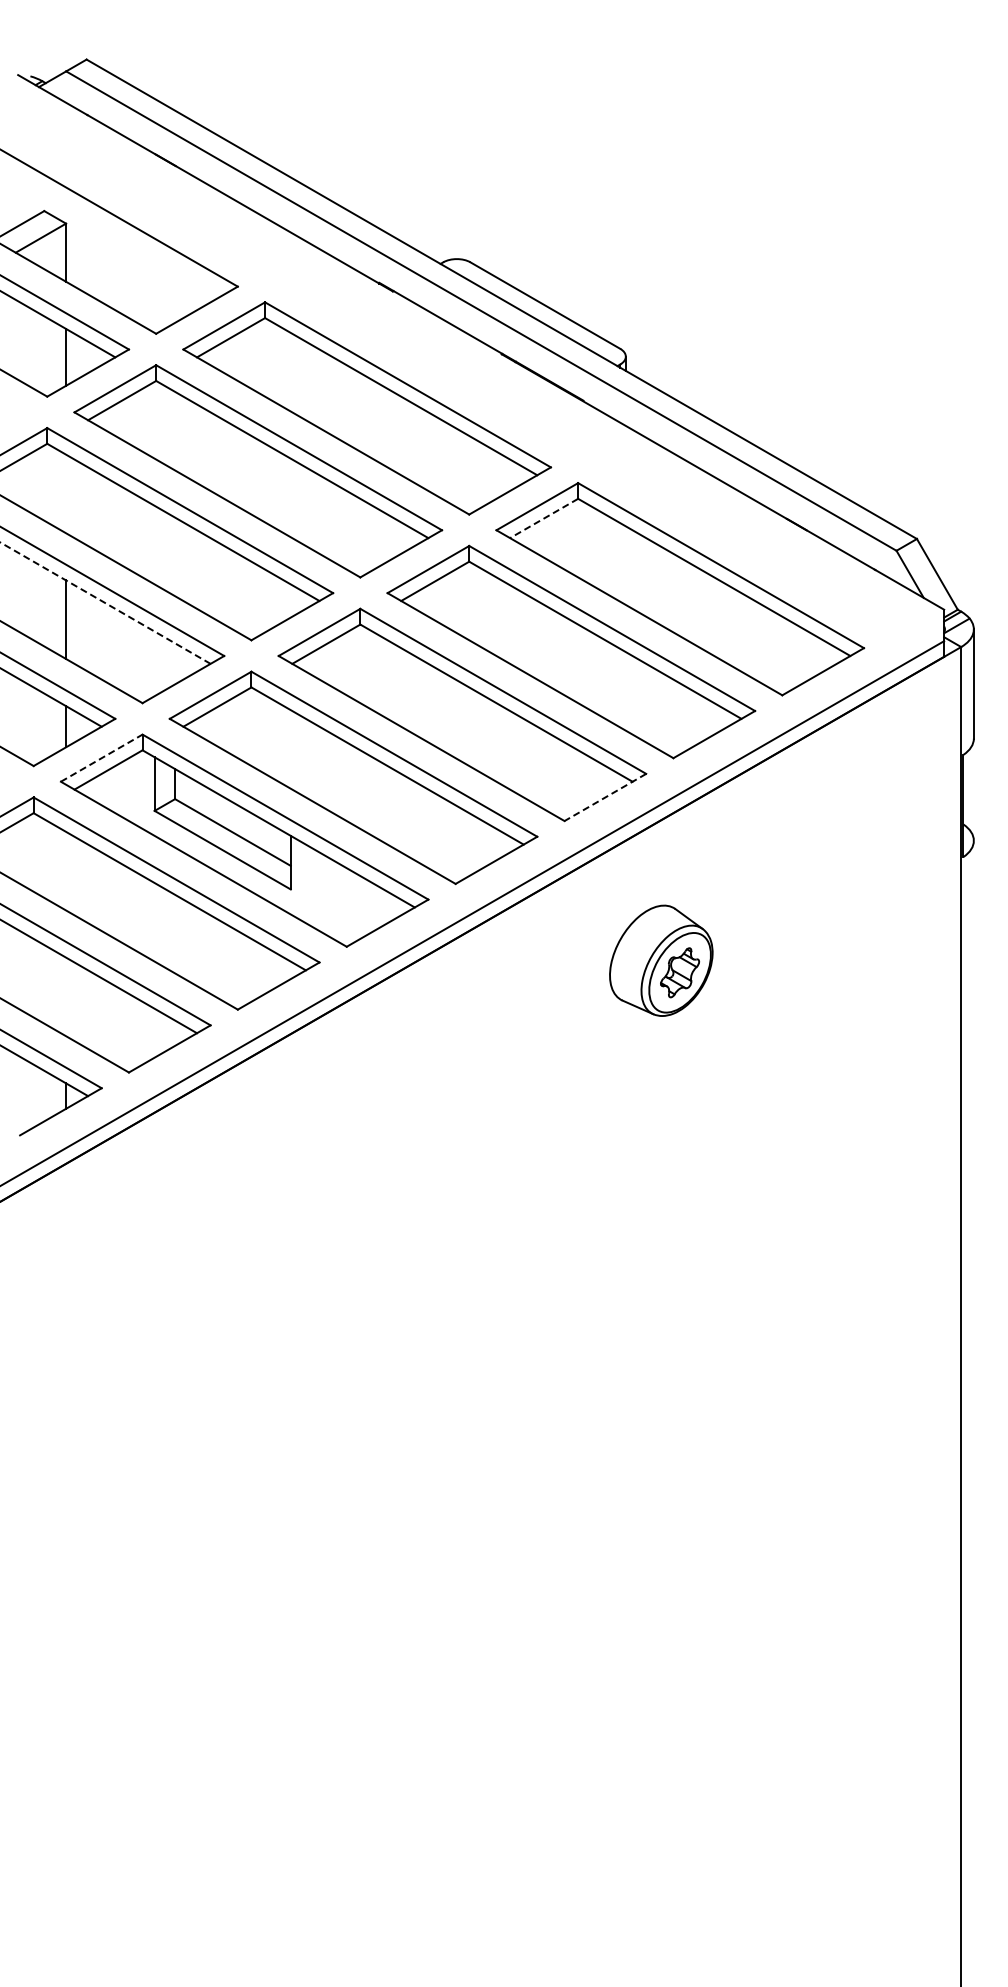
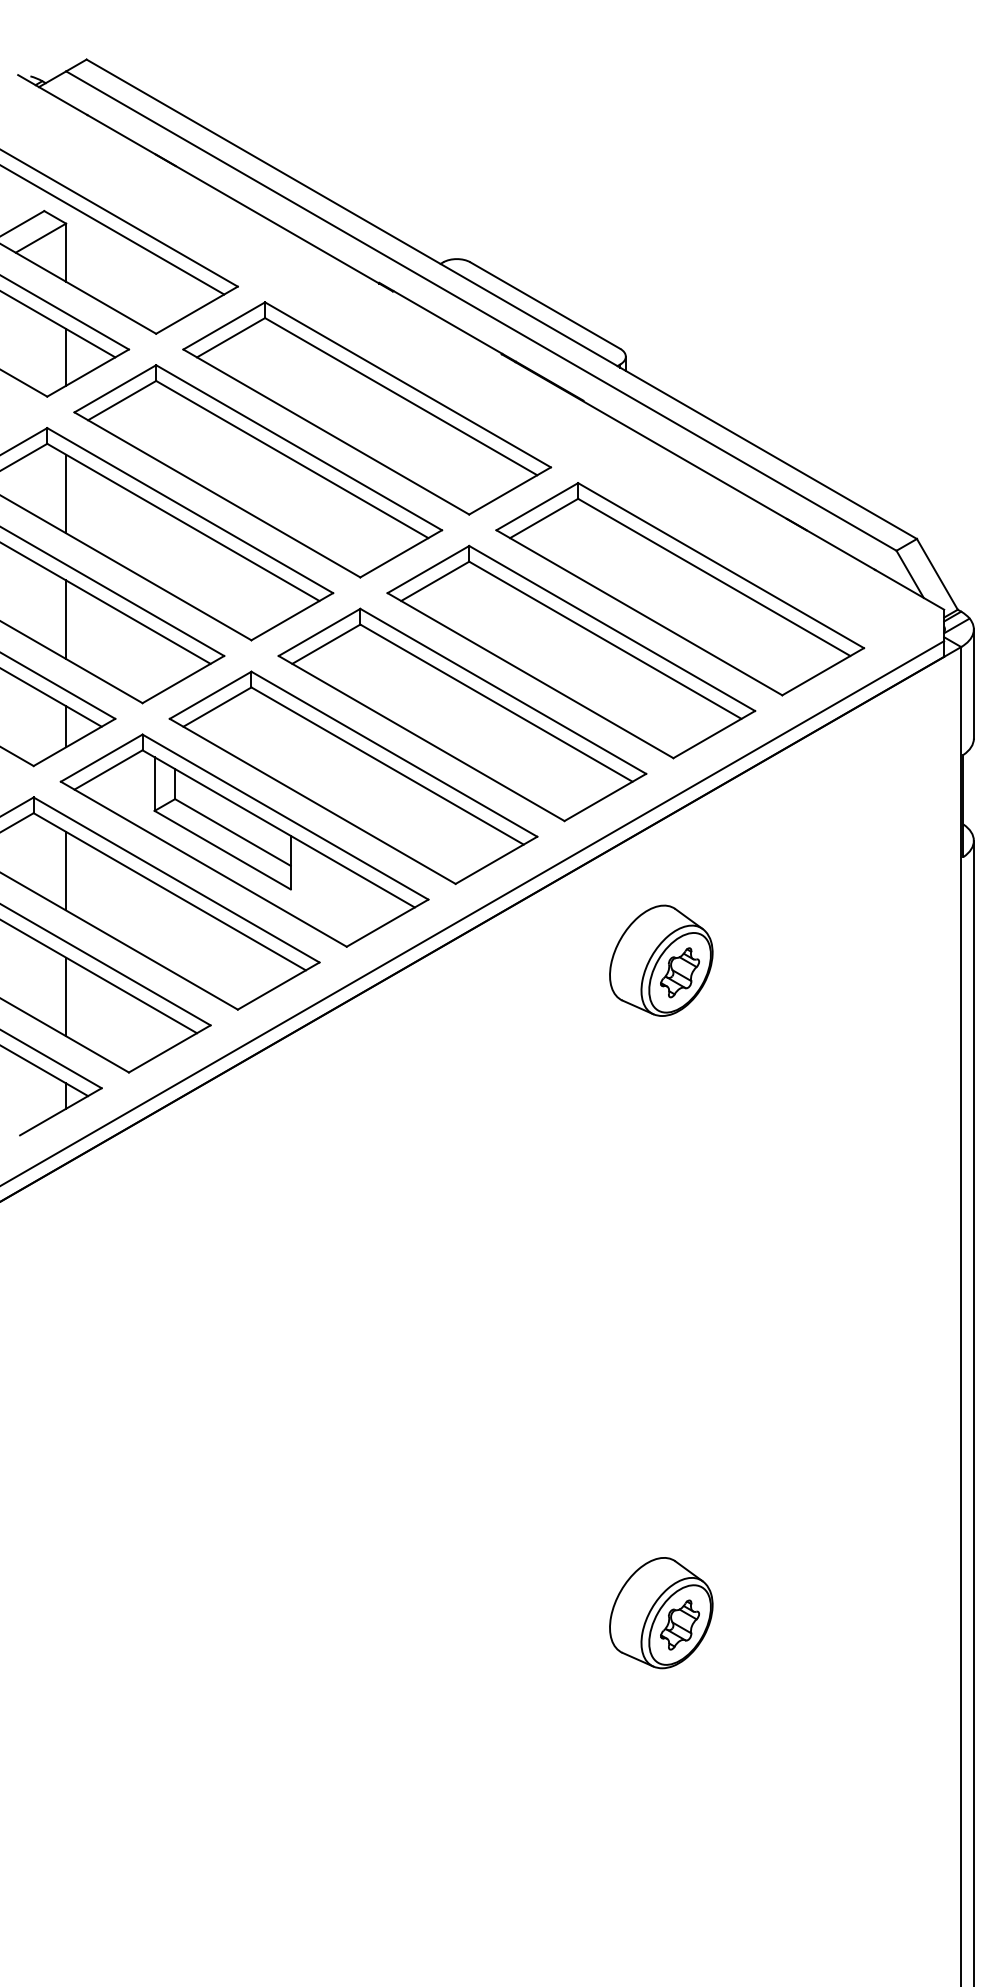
line at (113, 230): none -> present
line at (66, 493): none -> present
line at (543, 518): dashed -> solid
line at (105, 603): dashed -> solid
line at (102, 757): dashed -> solid
line at (604, 797): dashed -> solid
line at (66, 870): none -> present
line at (66, 996): none -> present
line at (973, 1411): none -> present
part at (661, 1613): none -> present
